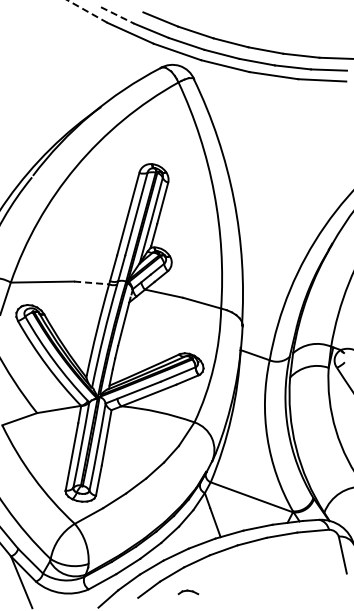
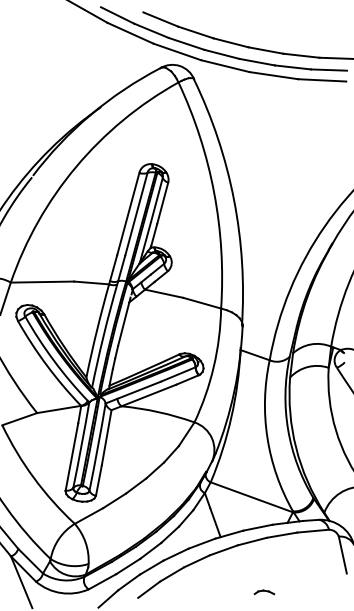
line at (87, 11): dashed -> solid
line at (117, 15): dashed -> solid
line at (91, 282): dashed -> solid
part at (188, 592) position: (188, 592) -> (264, 592)
